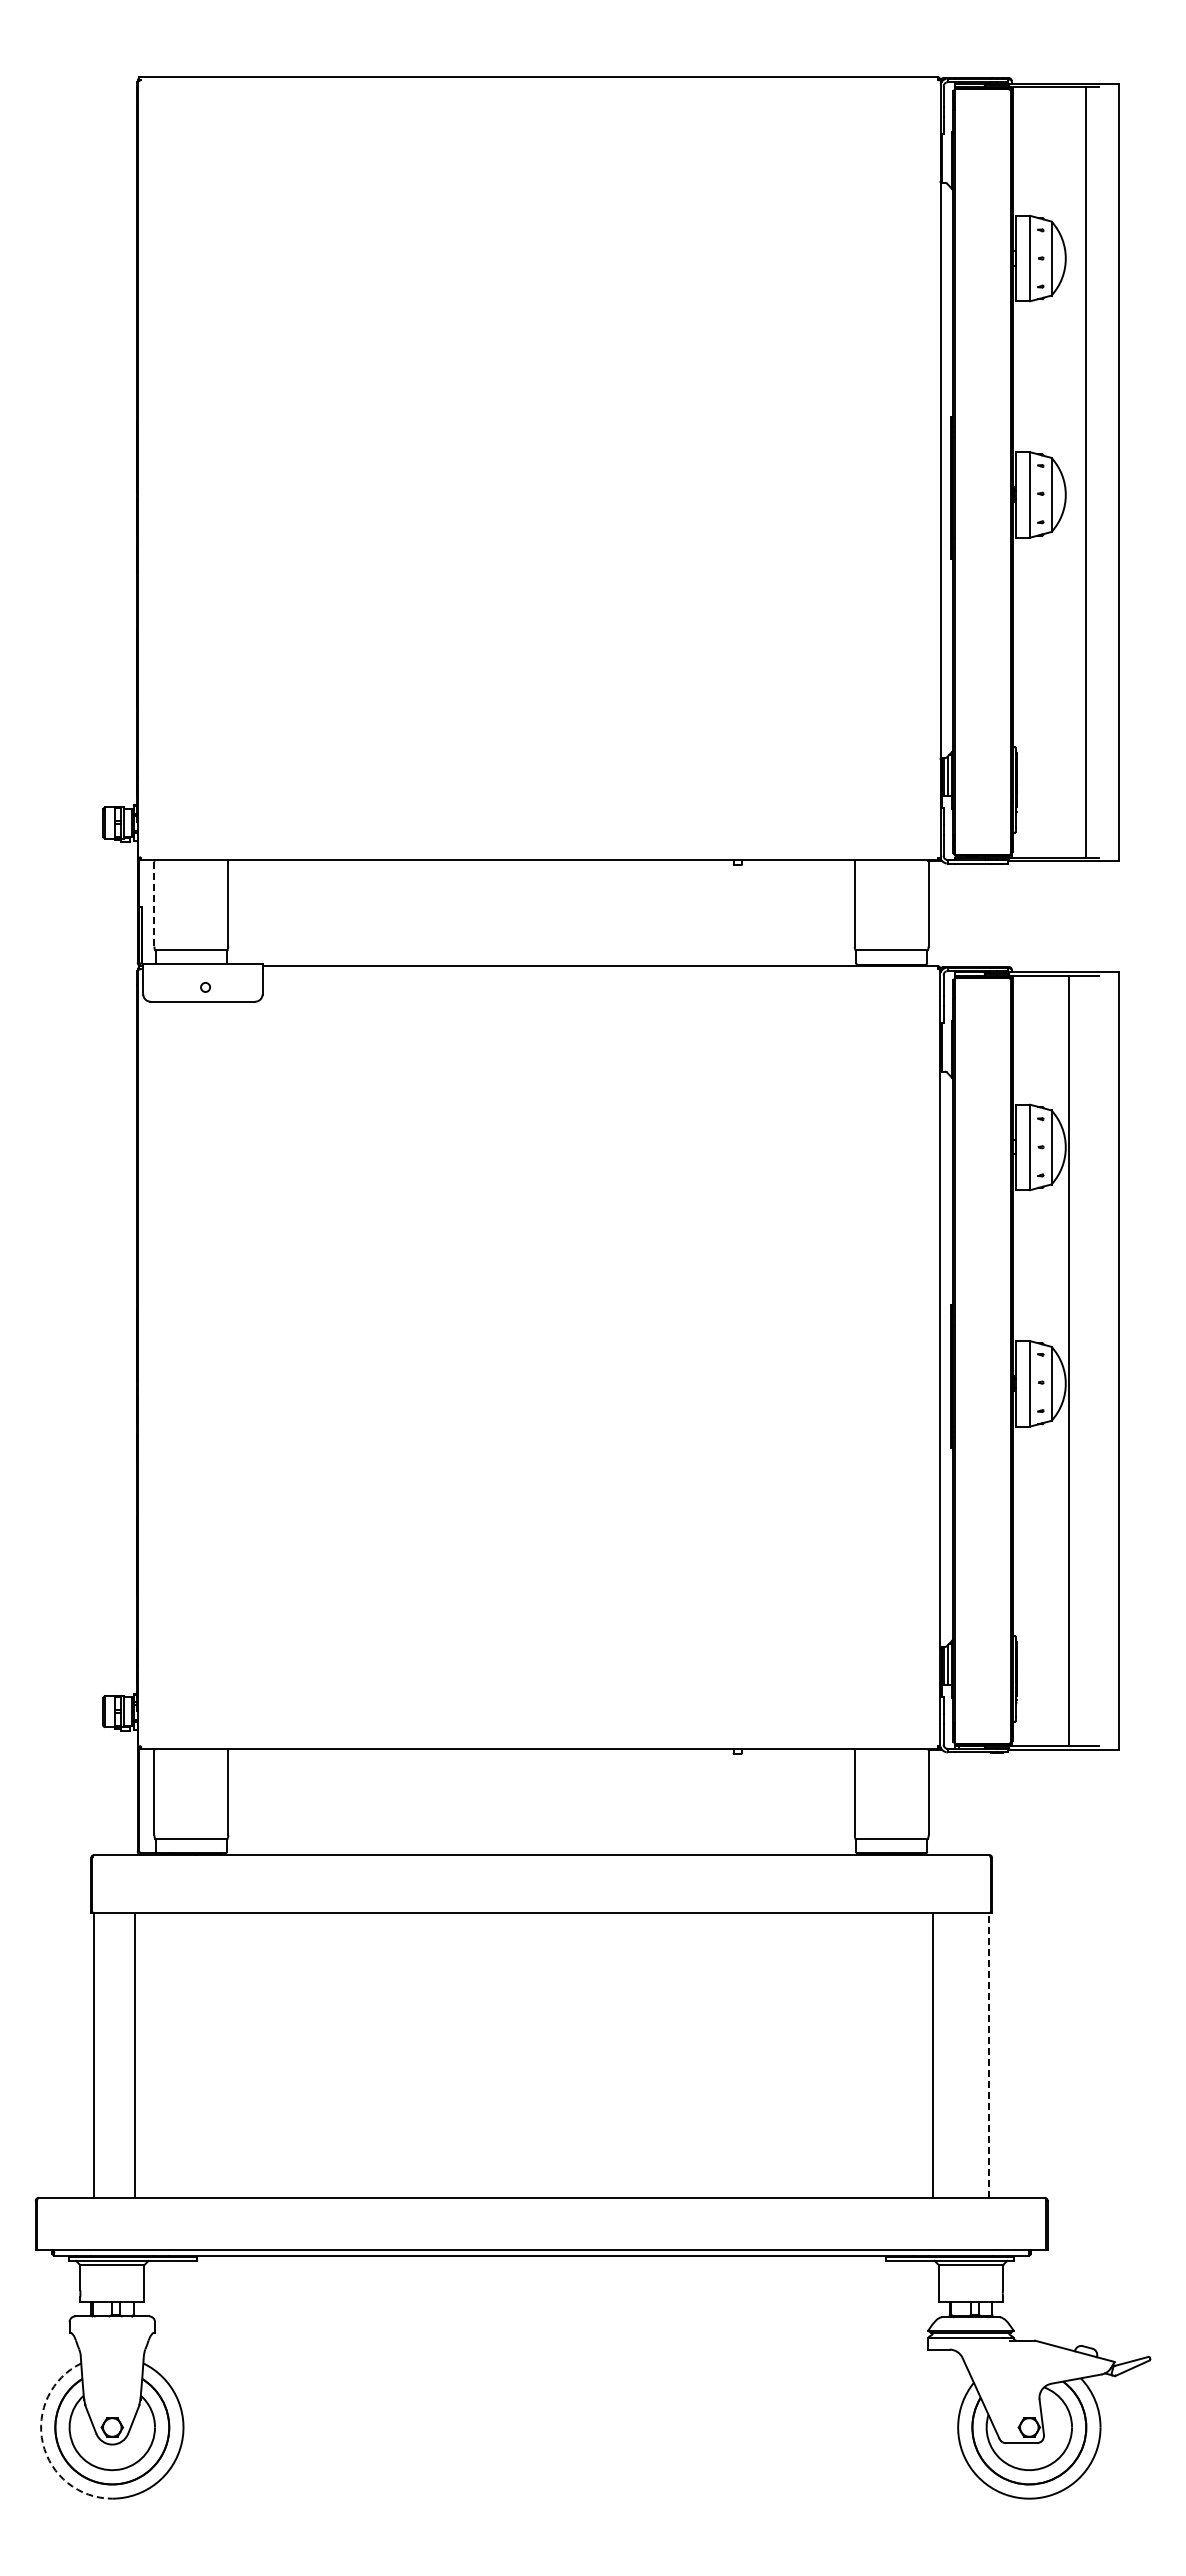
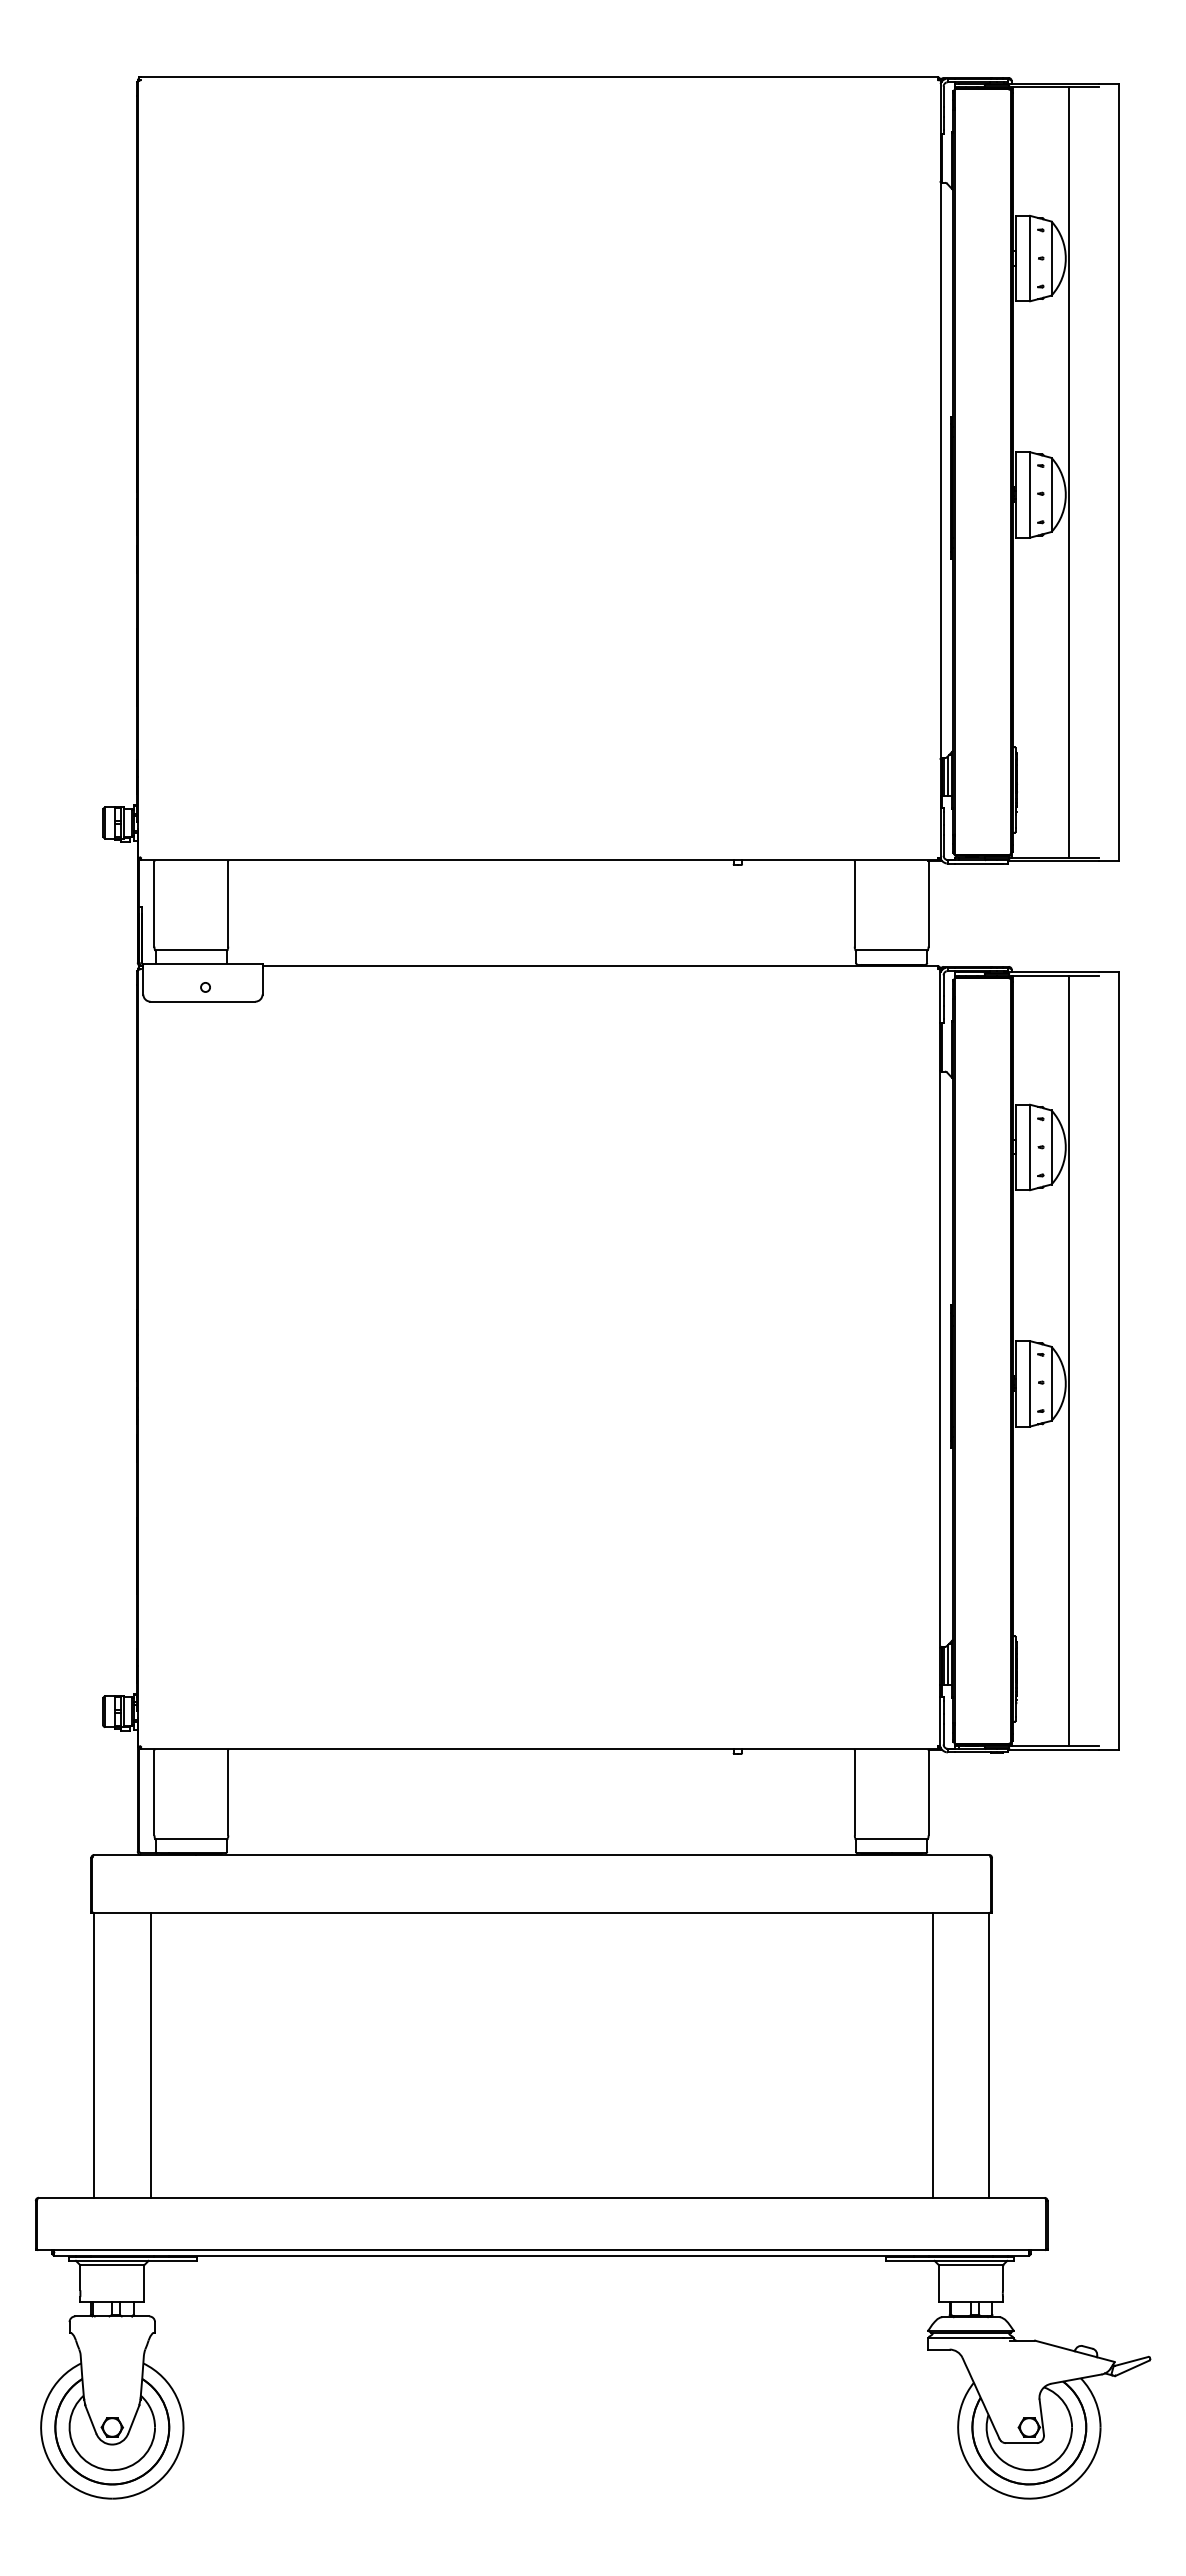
line at (1085, 472) position: (1085, 472) -> (1068, 472)
line at (154, 904): dashed -> solid
line at (989, 2054): dashed -> solid
line at (134, 2055) position: (134, 2055) -> (150, 2055)
arc at (42, 2443): dashed -> solid
